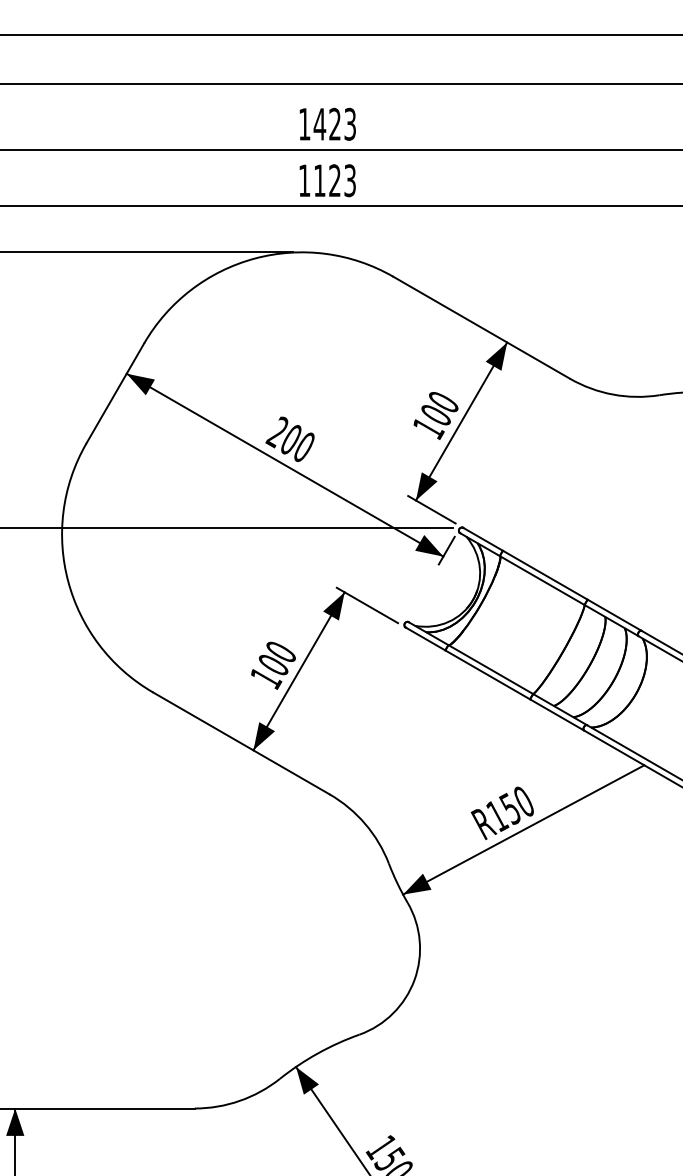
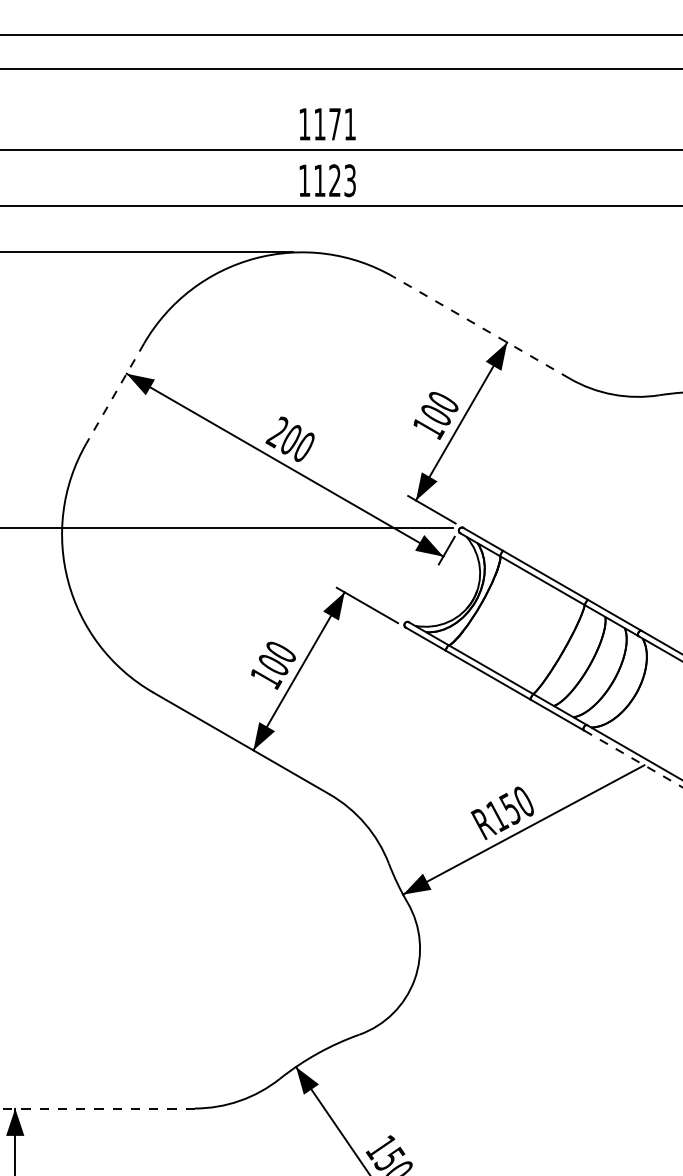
line at (340, 83) position: (340, 83) -> (340, 68)
text at (334, 123): 1423 -> 1171
line at (481, 327): solid -> dashed
line at (115, 393): solid -> dashed
line at (633, 759): solid -> dashed
line at (97, 1108): solid -> dashed
